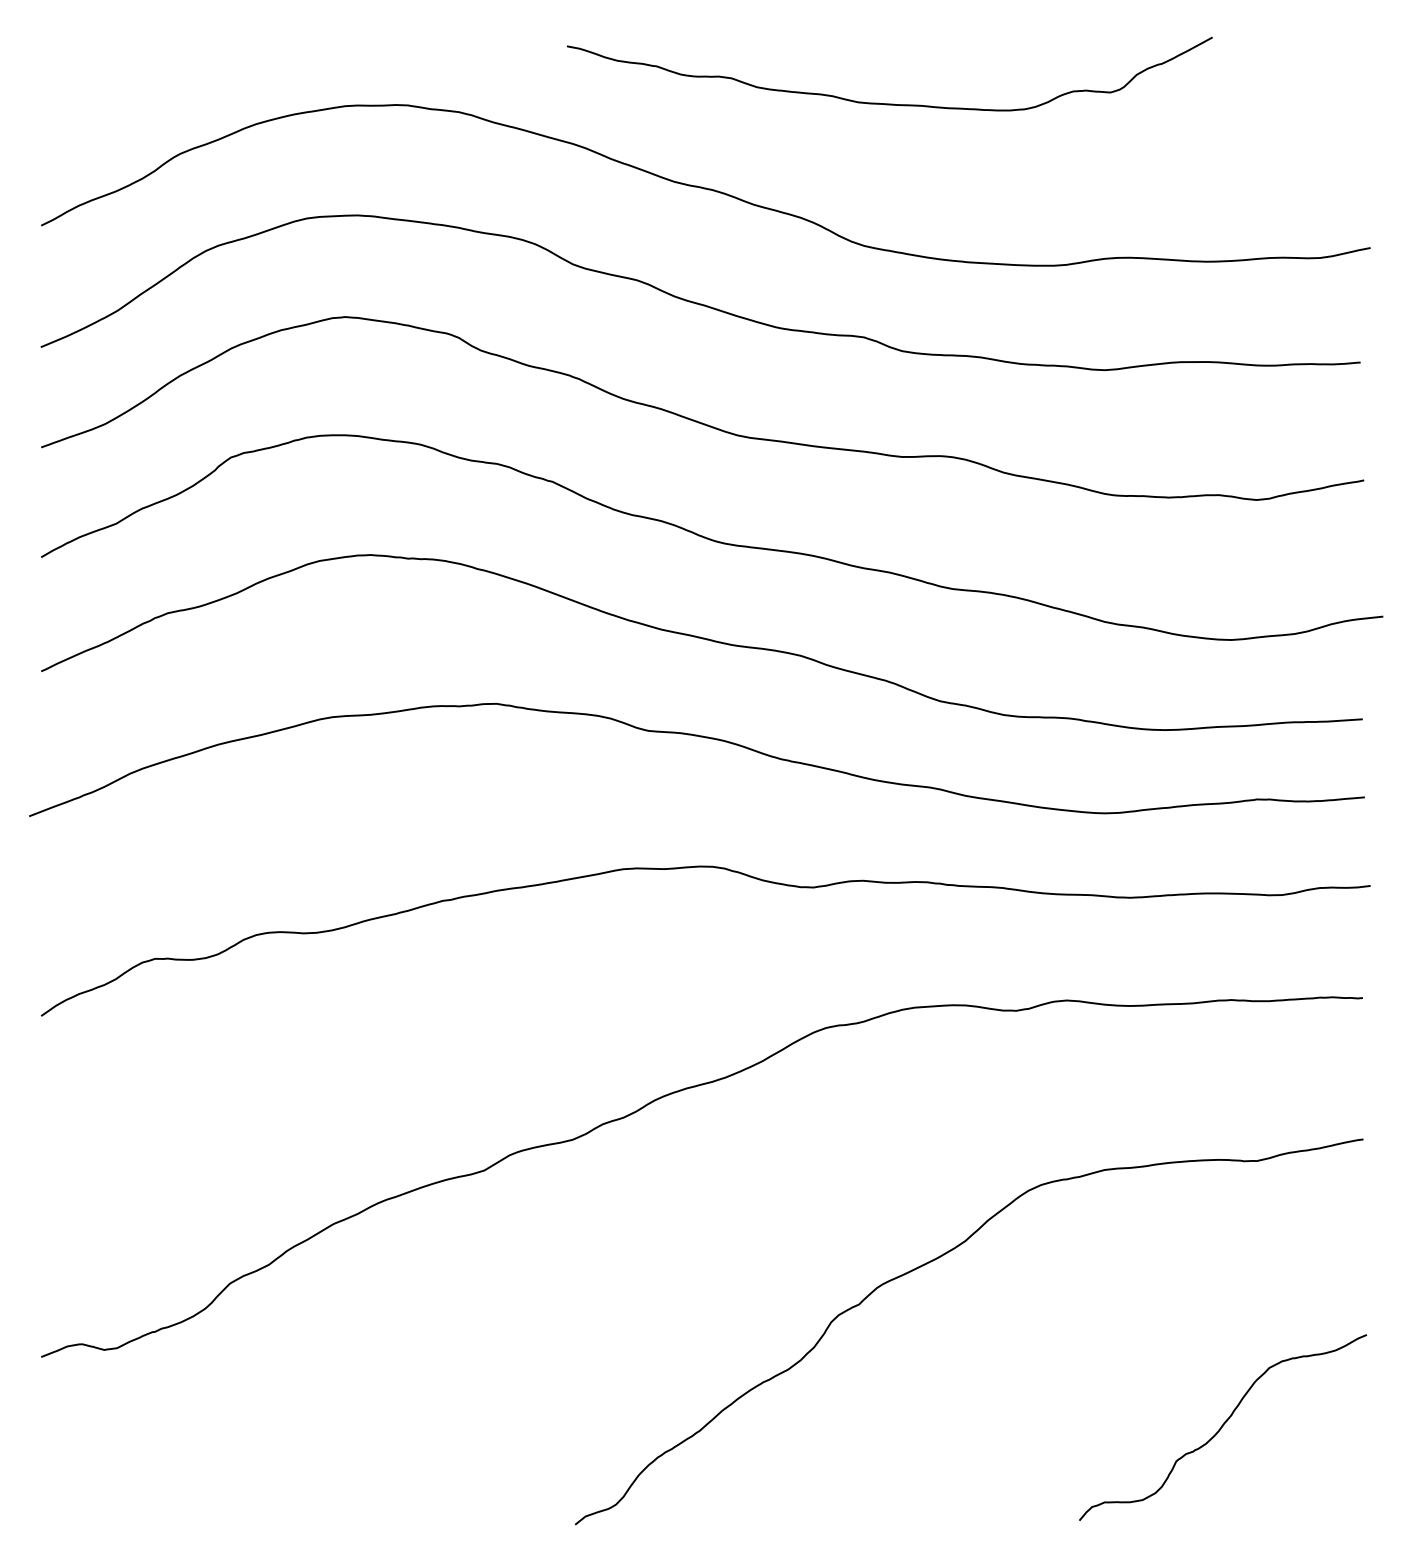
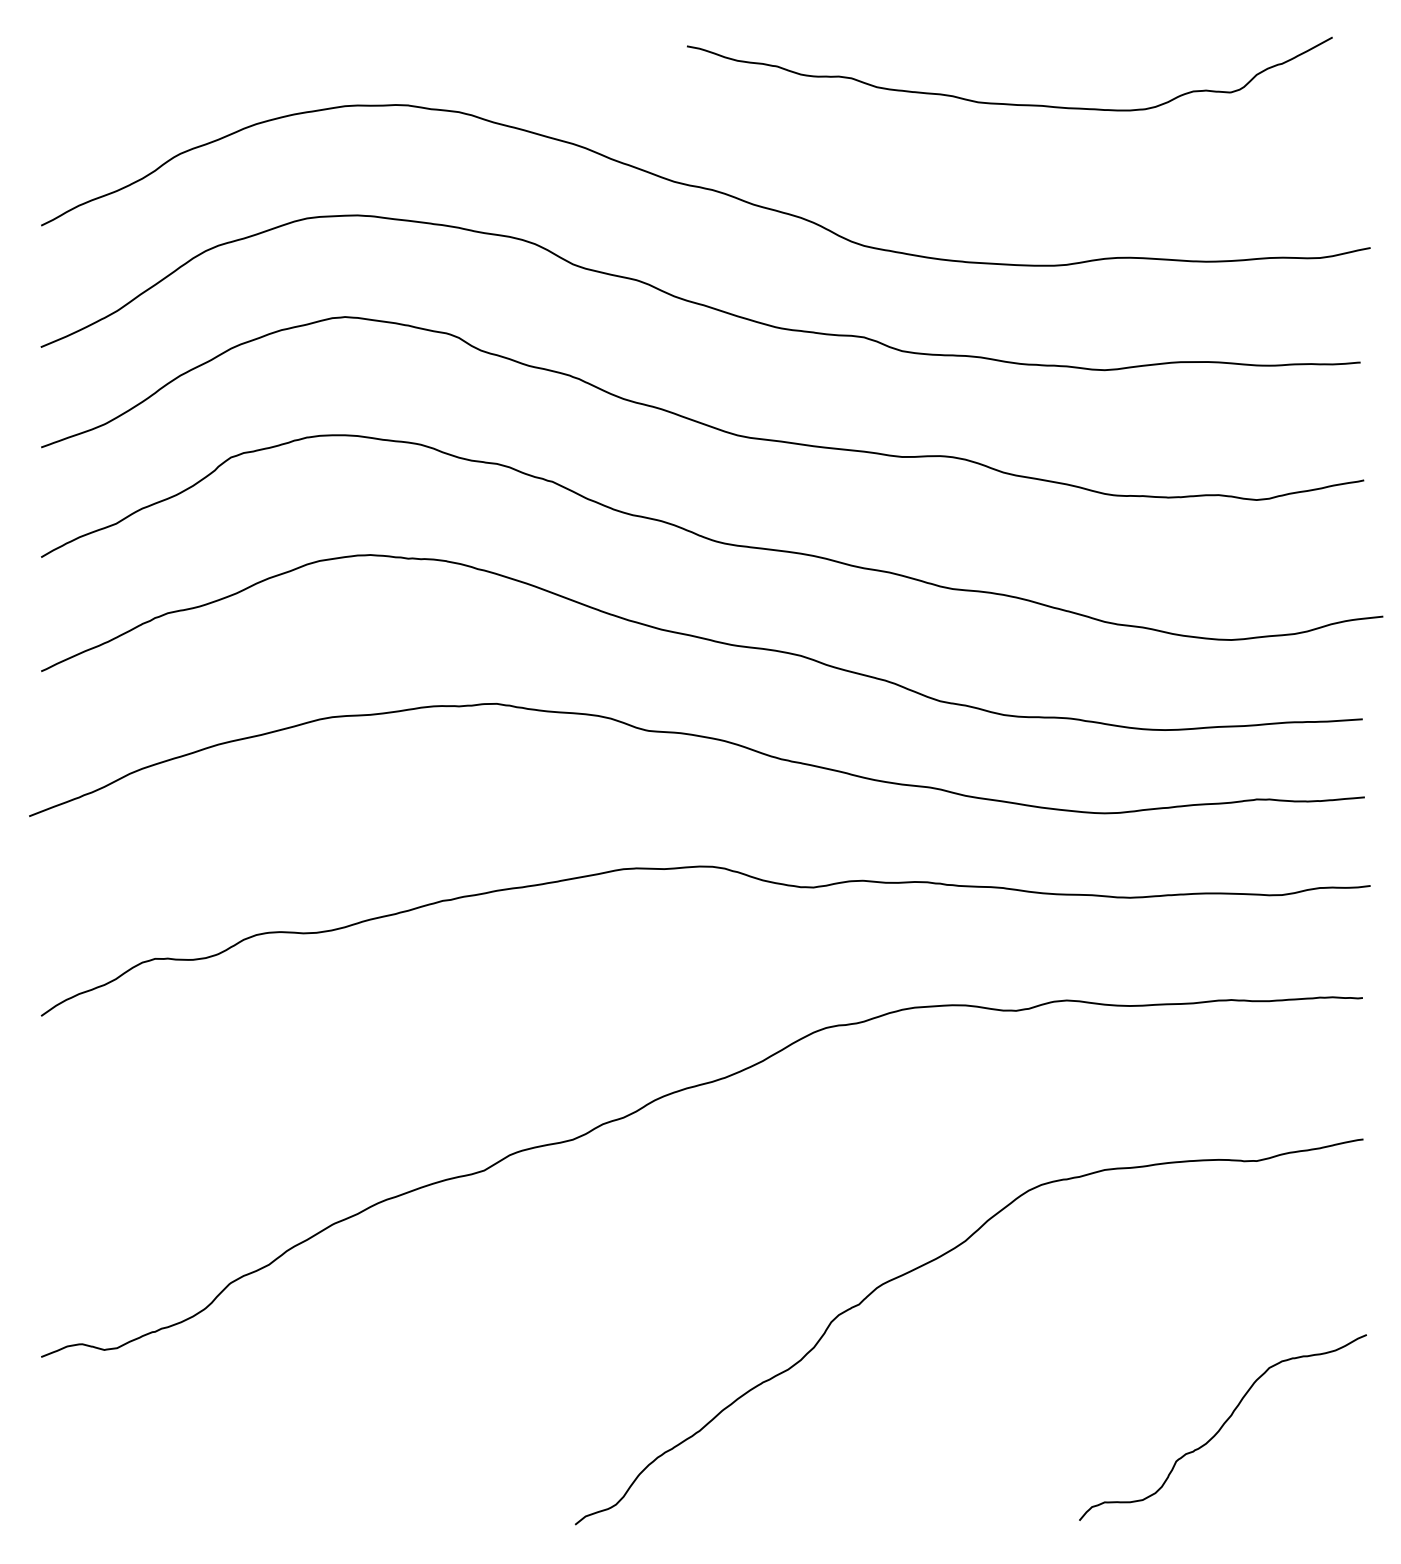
curve at (889, 103) position: (889, 103) -> (1009, 103)
